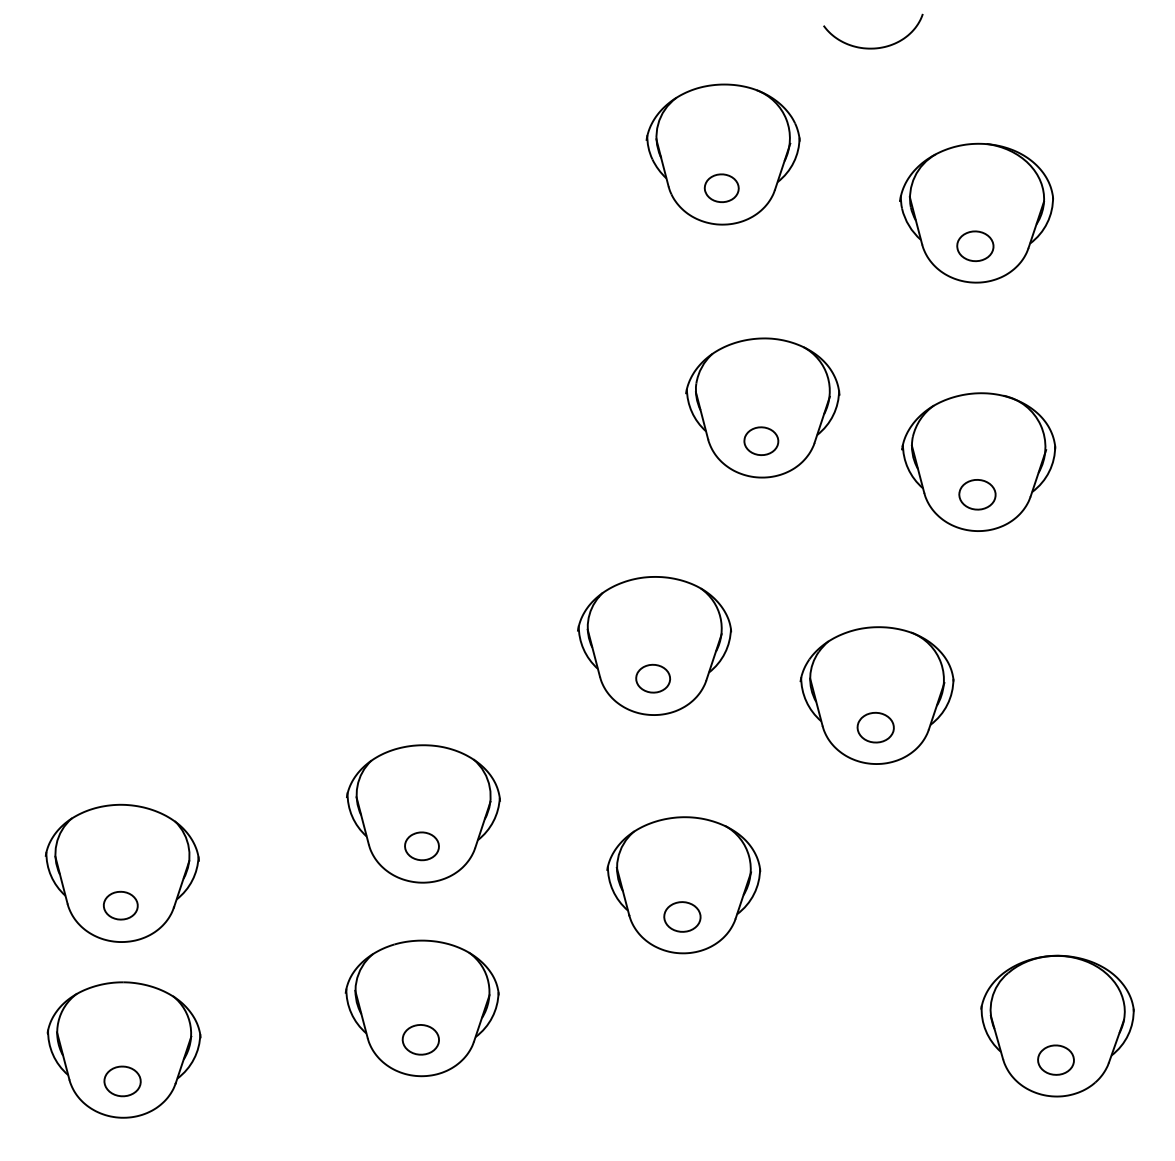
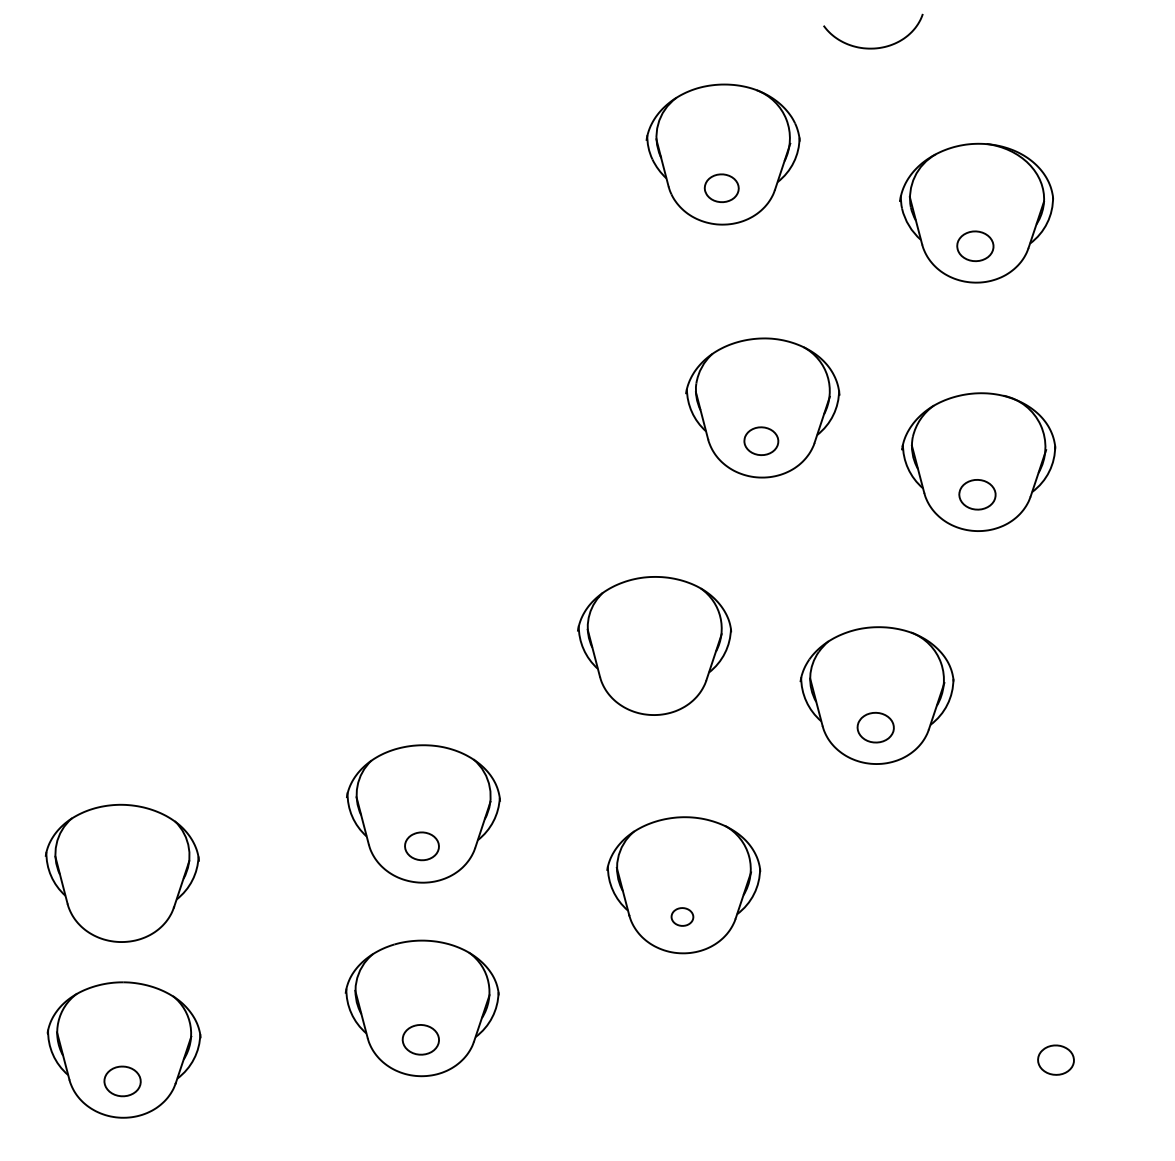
part at (653, 678): present -> none
part at (120, 905): present -> none
part at (682, 916) size: 39x32 px -> 25x20 px
part at (1057, 1025): present -> none
